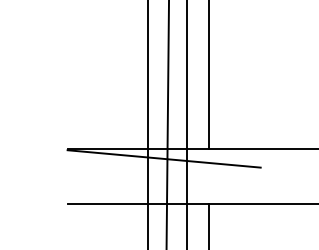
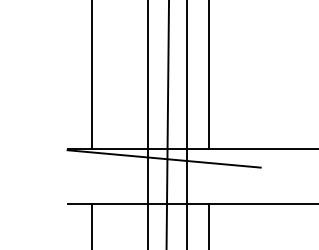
line at (91, 75): none -> present
line at (91, 225): none -> present
